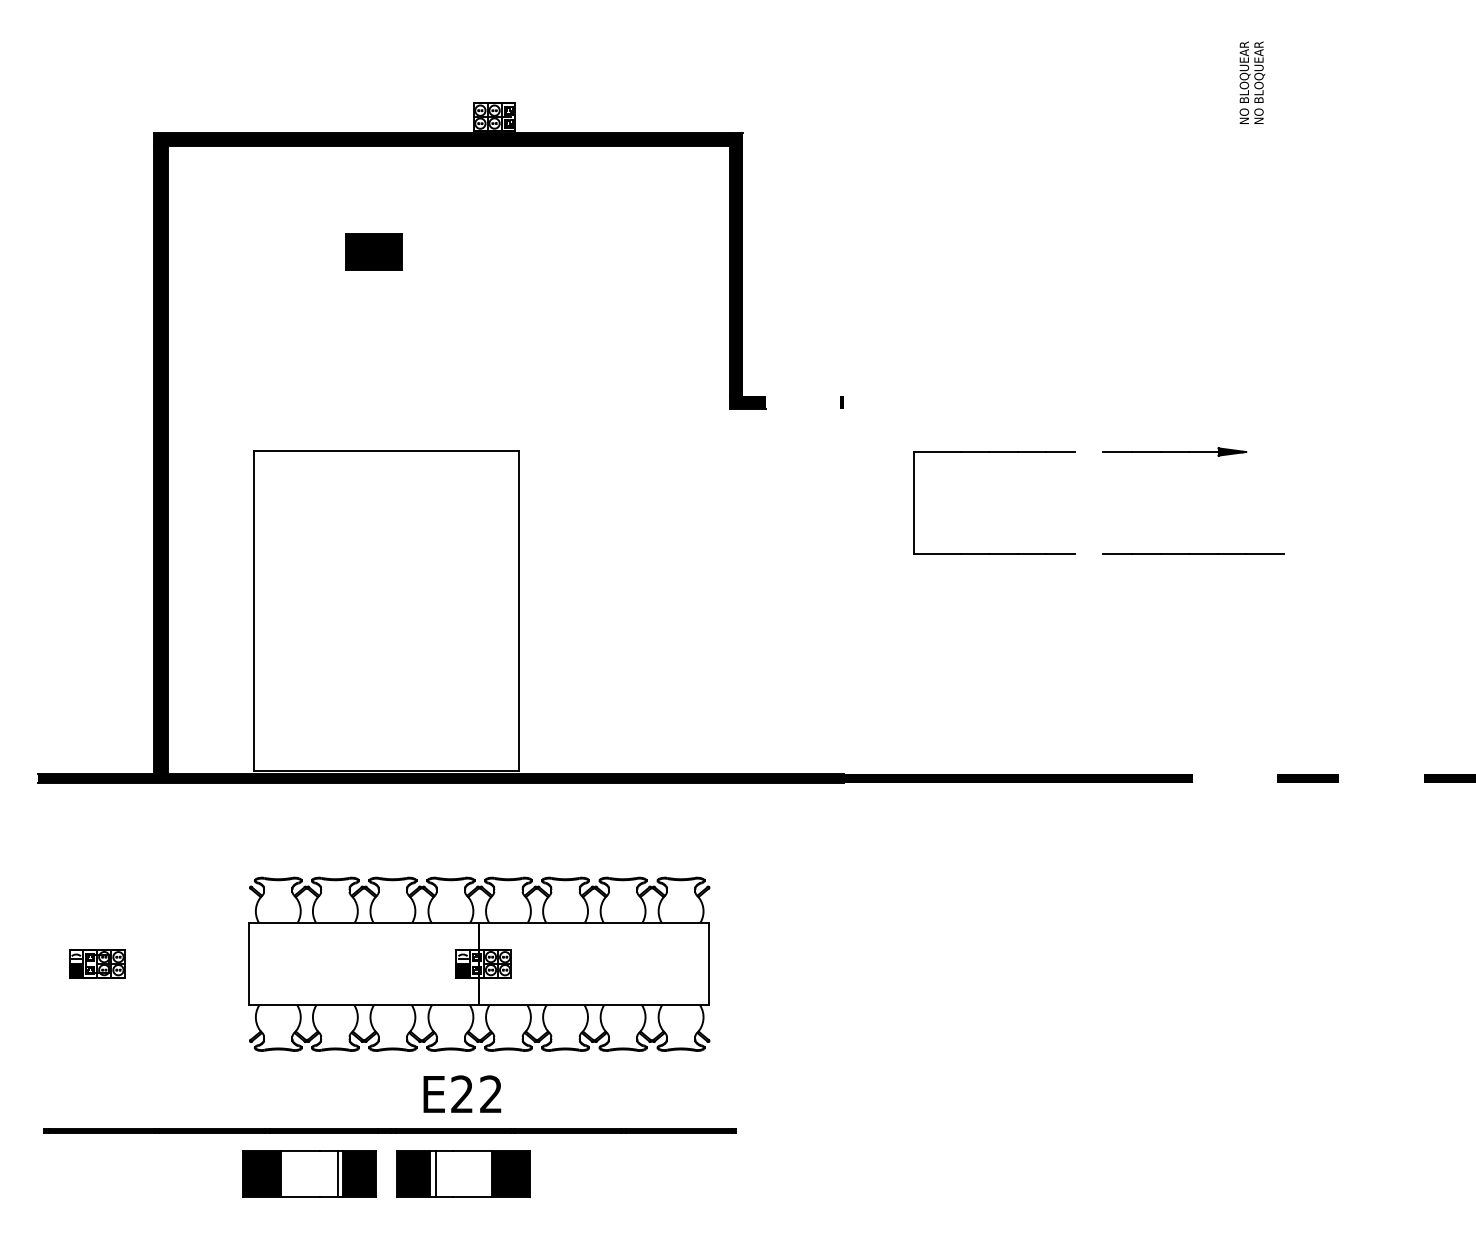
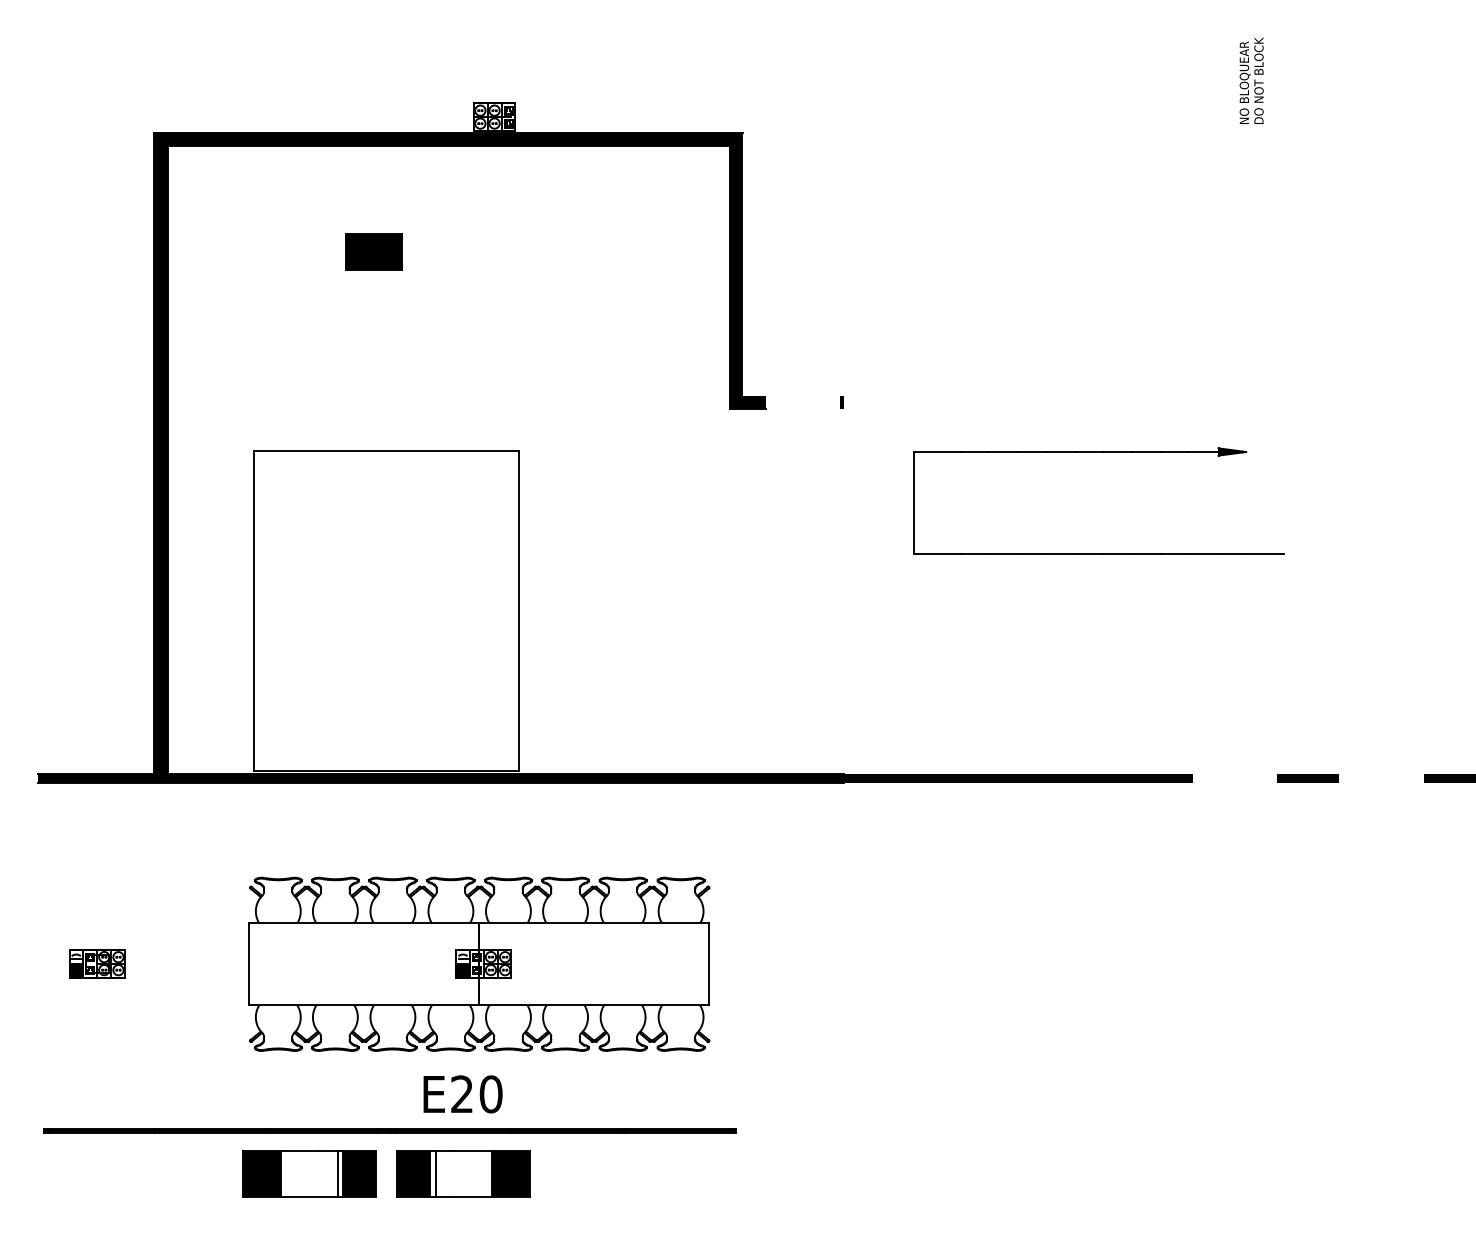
text at (1259, 79): NO BLOQUEAR -> DO NOT BLOCK
line at (1088, 452): none -> present
line at (1088, 554): none -> present
text at (490, 1094): E22 -> E20
